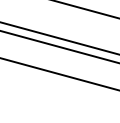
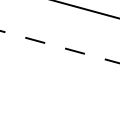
line at (59, 37): present -> none
line at (59, 47): solid -> dashed
line at (59, 73): present -> none
